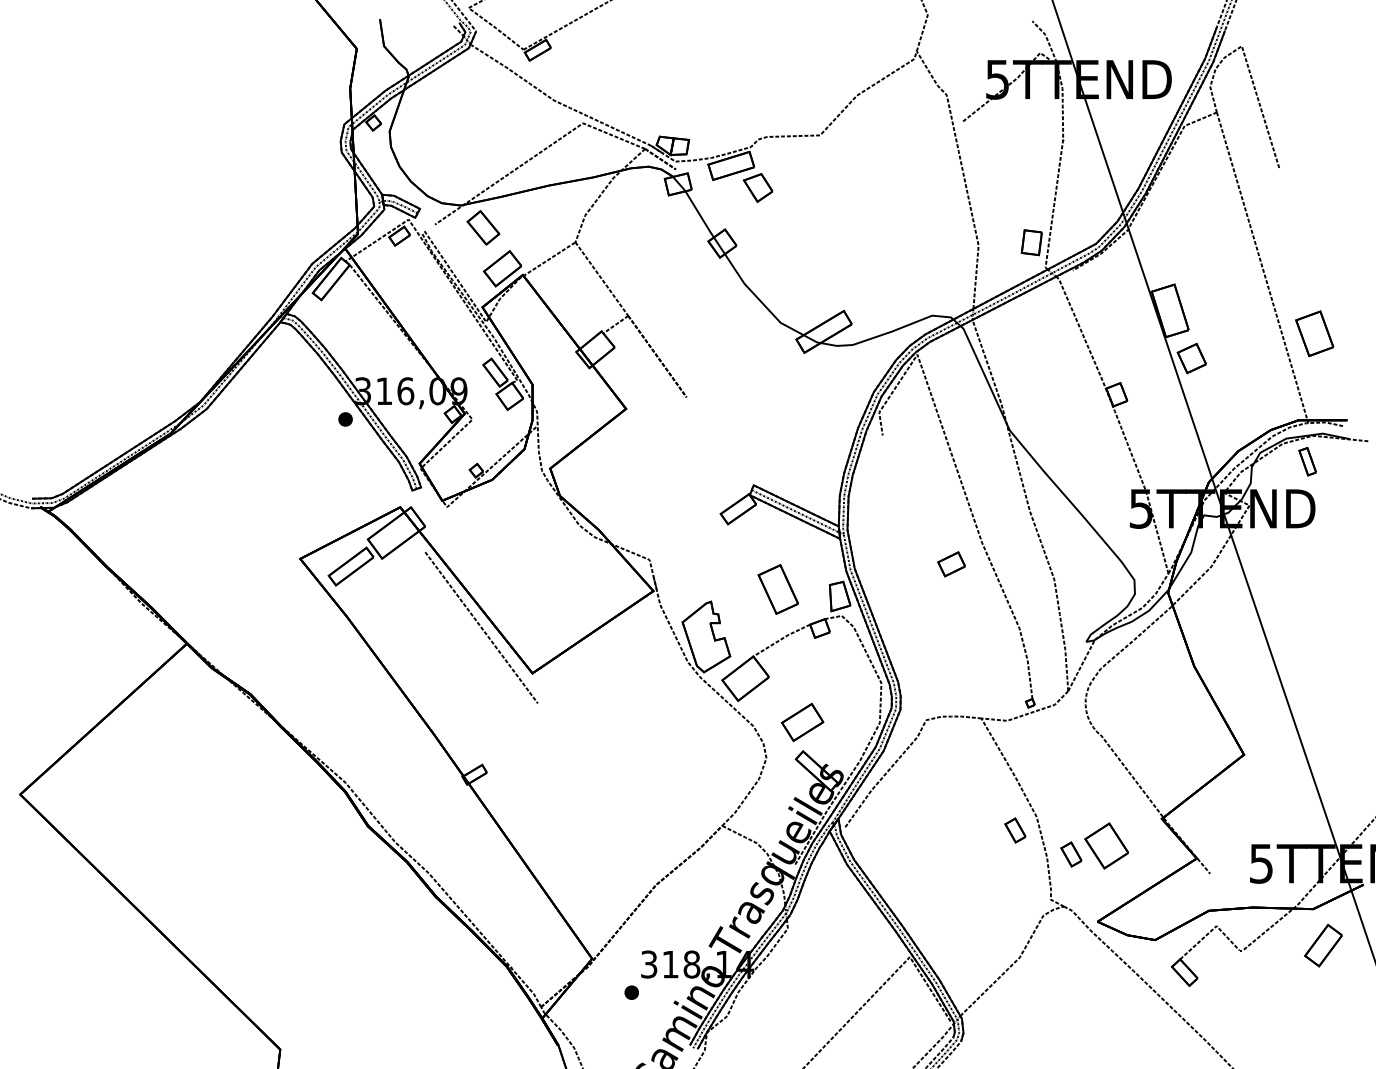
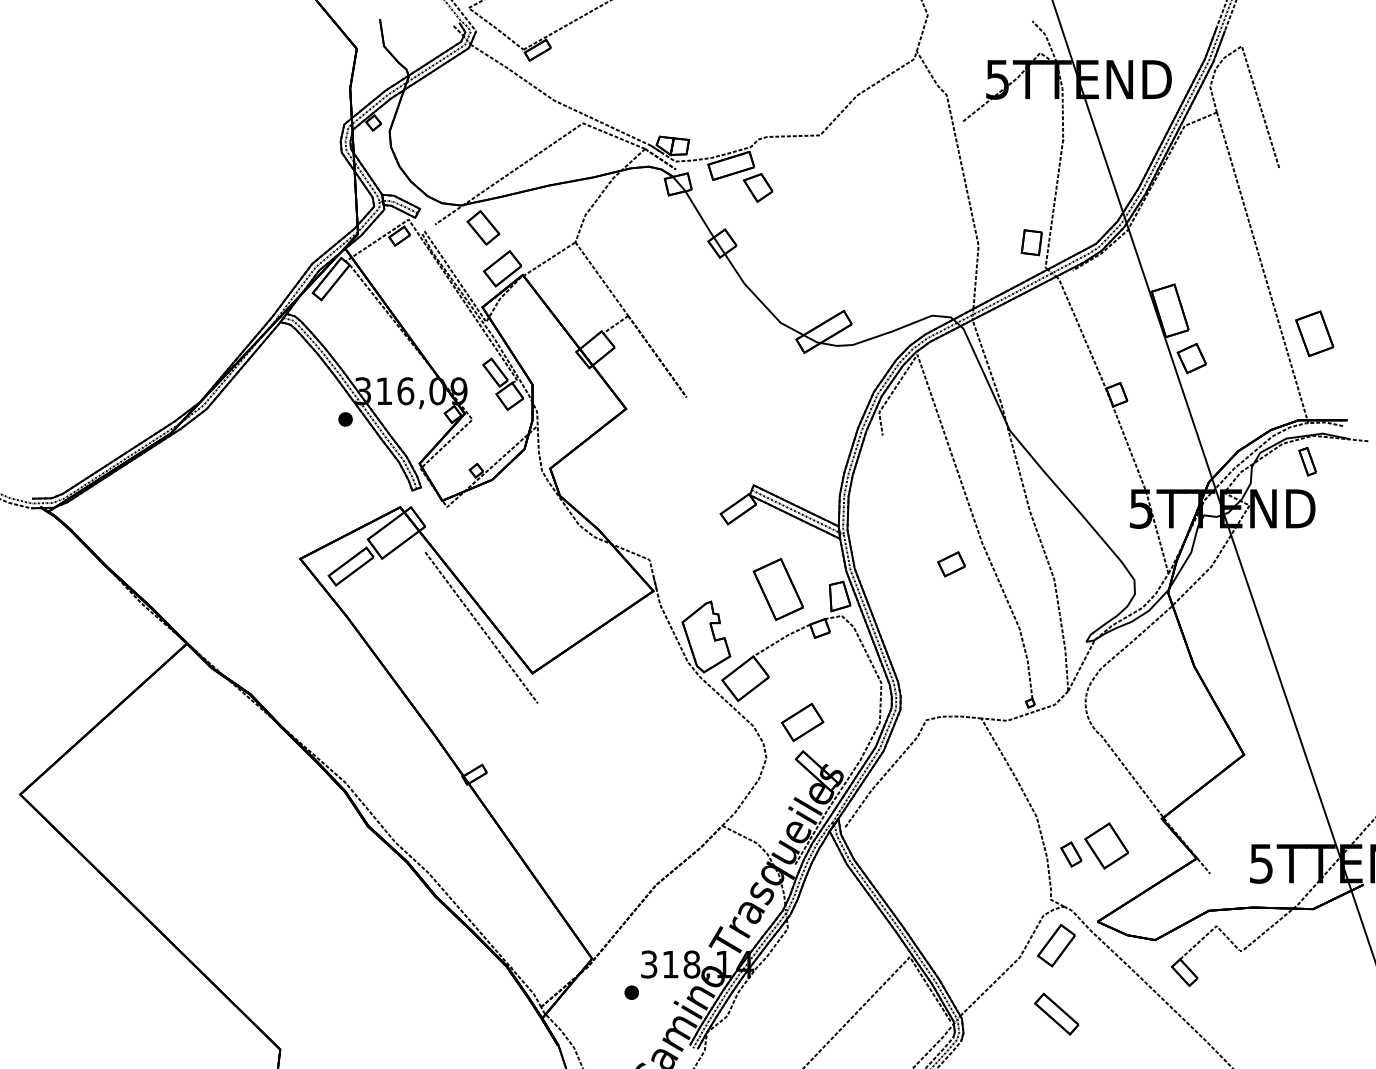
part at (777, 589) size: 42x51 px -> 52x63 px
part at (1015, 830): present -> none
part at (1323, 945) position: (1323, 945) -> (1056, 945)
part at (1056, 1013): none -> present
